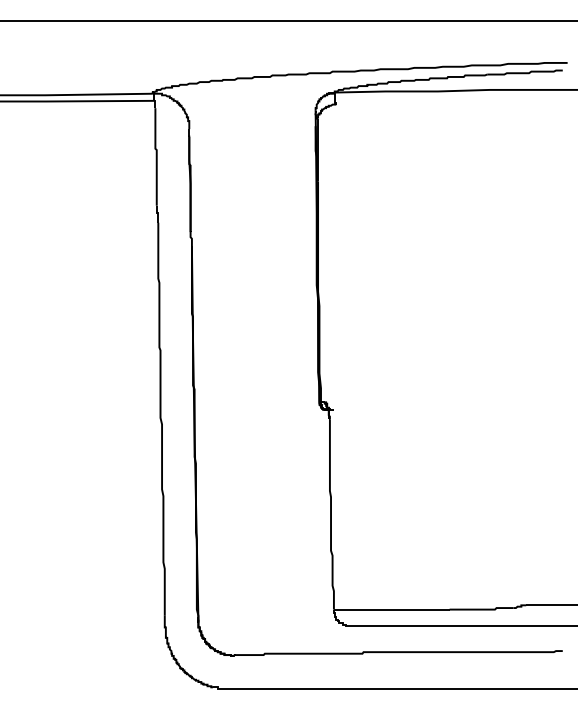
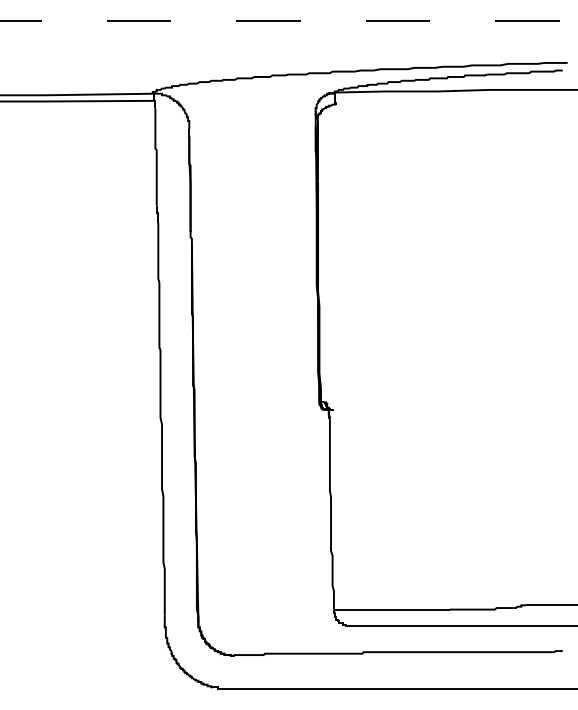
line at (289, 21): solid -> dashed
